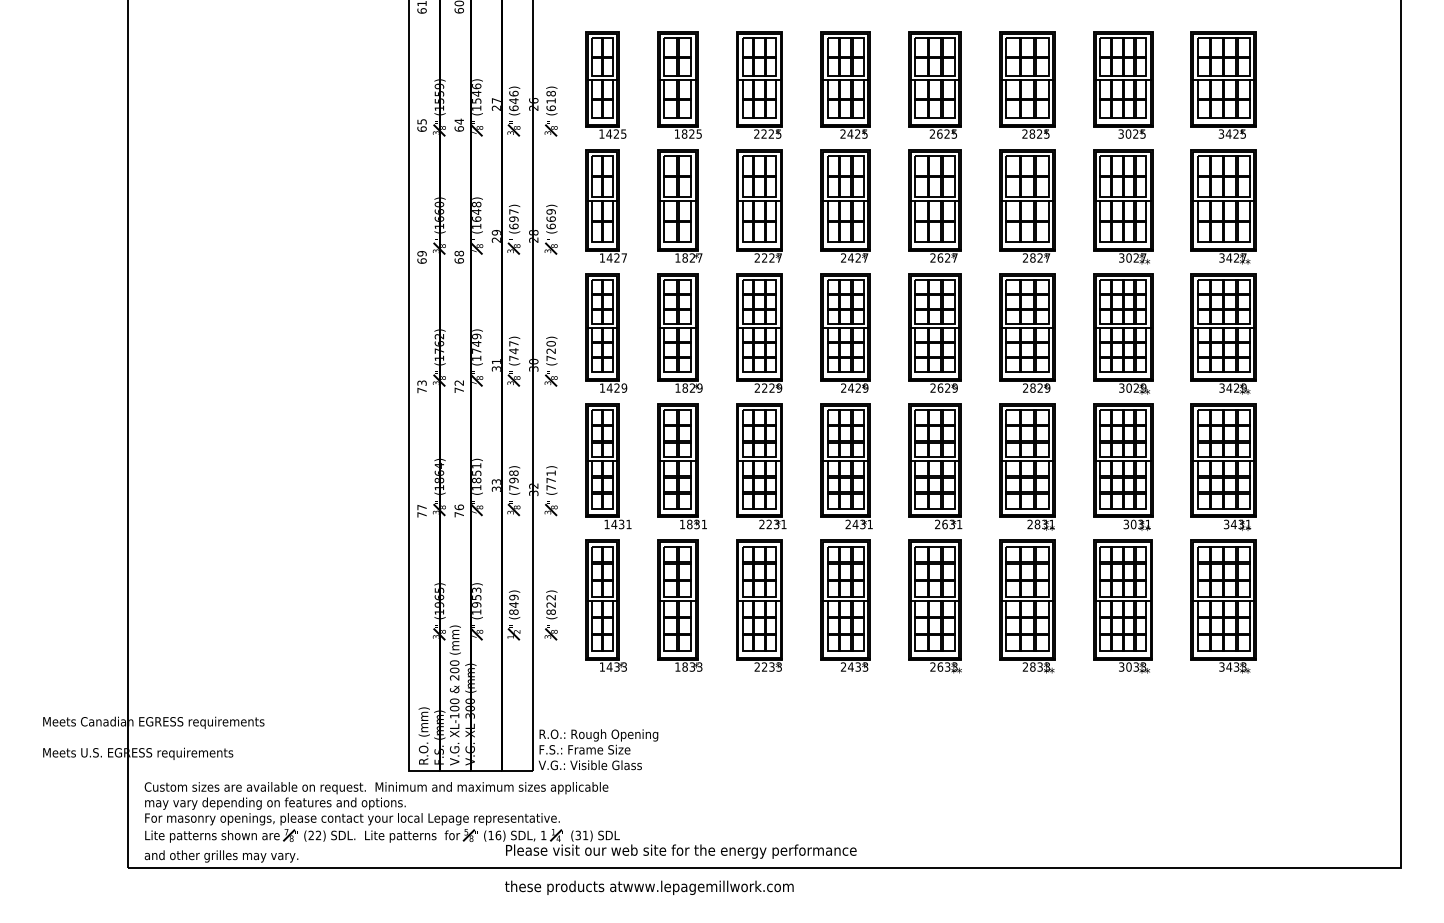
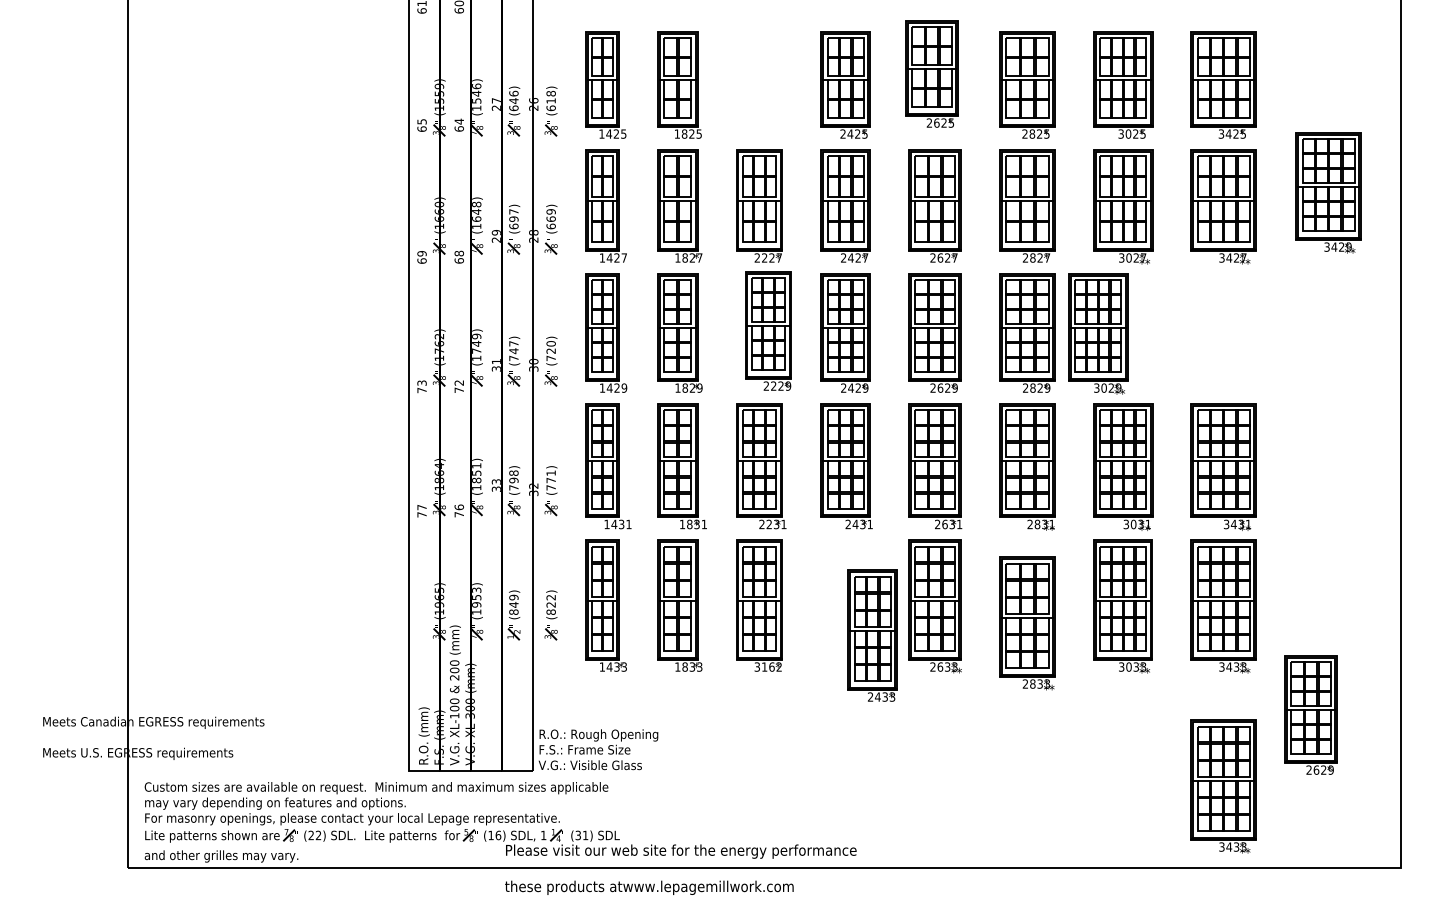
part at (759, 84): present -> none
part at (934, 84) position: (934, 84) -> (931, 73)
part at (759, 332) position: (759, 332) -> (768, 330)
part at (1123, 333) position: (1123, 333) -> (1098, 333)
part at (1223, 333) position: (1223, 333) -> (1328, 192)
part at (845, 605) position: (845, 605) -> (872, 635)
part at (1027, 606) position: (1027, 606) -> (1027, 623)
text at (767, 666): 2233 -> 3162
part at (1310, 714): none -> present
part at (1223, 786): none -> present
